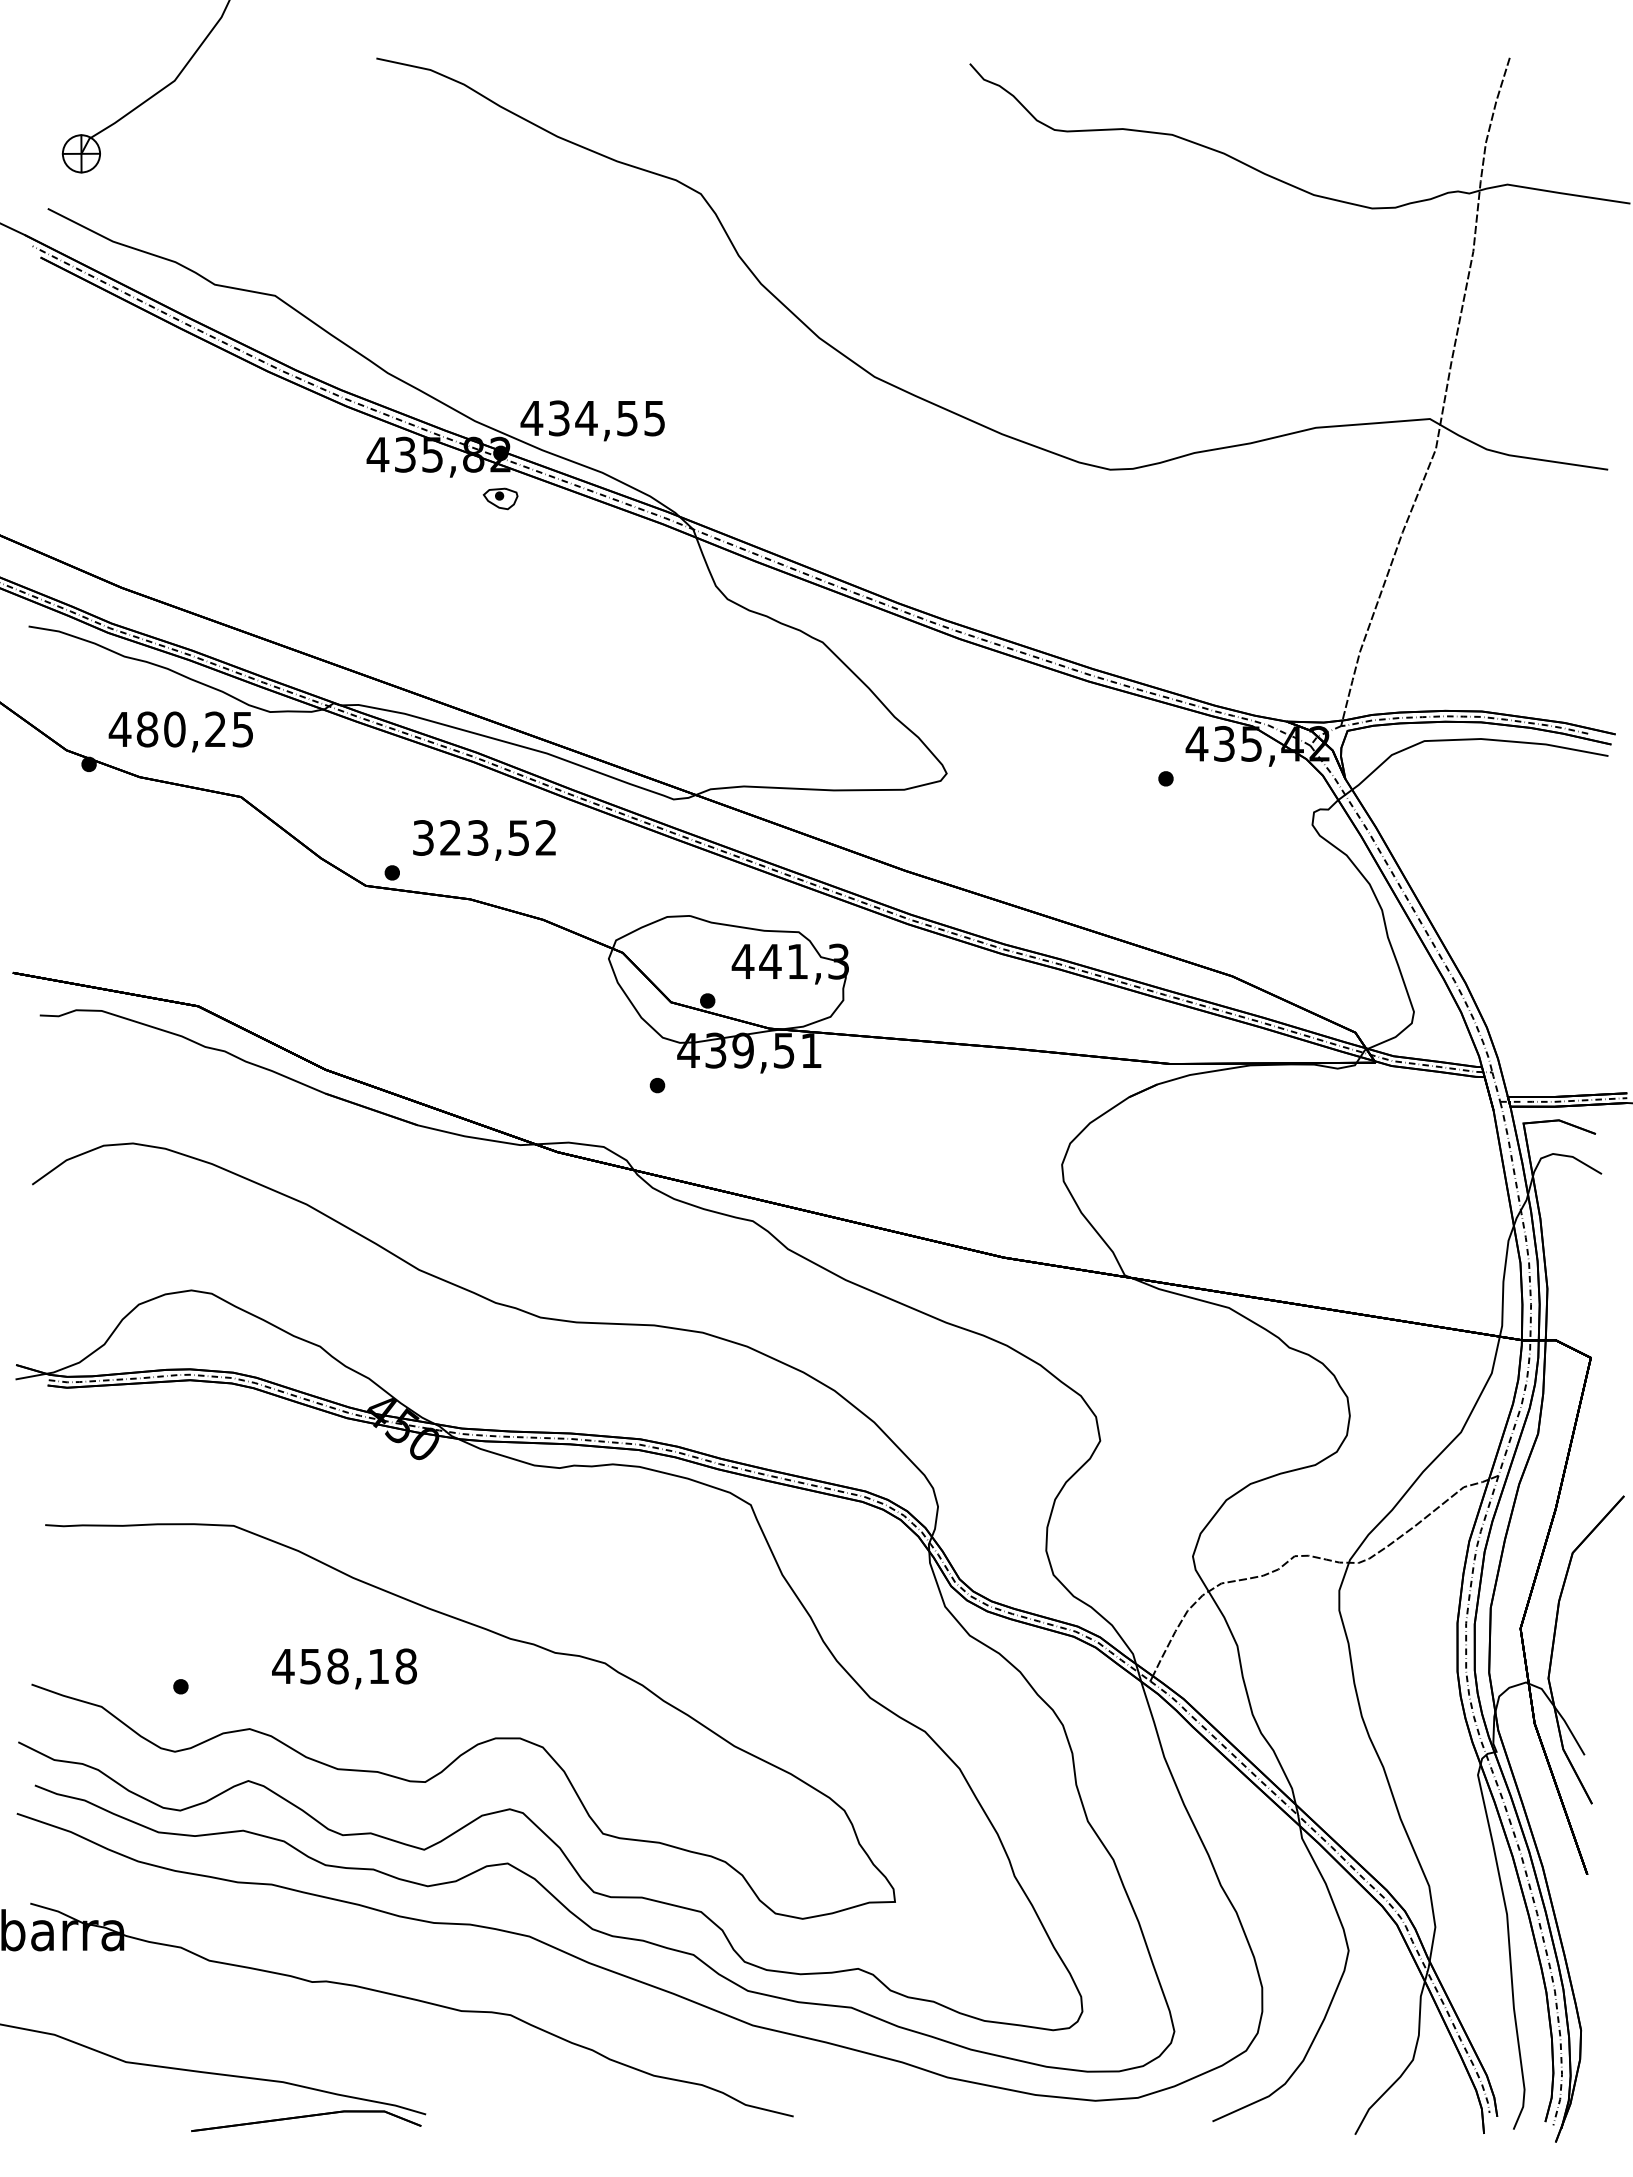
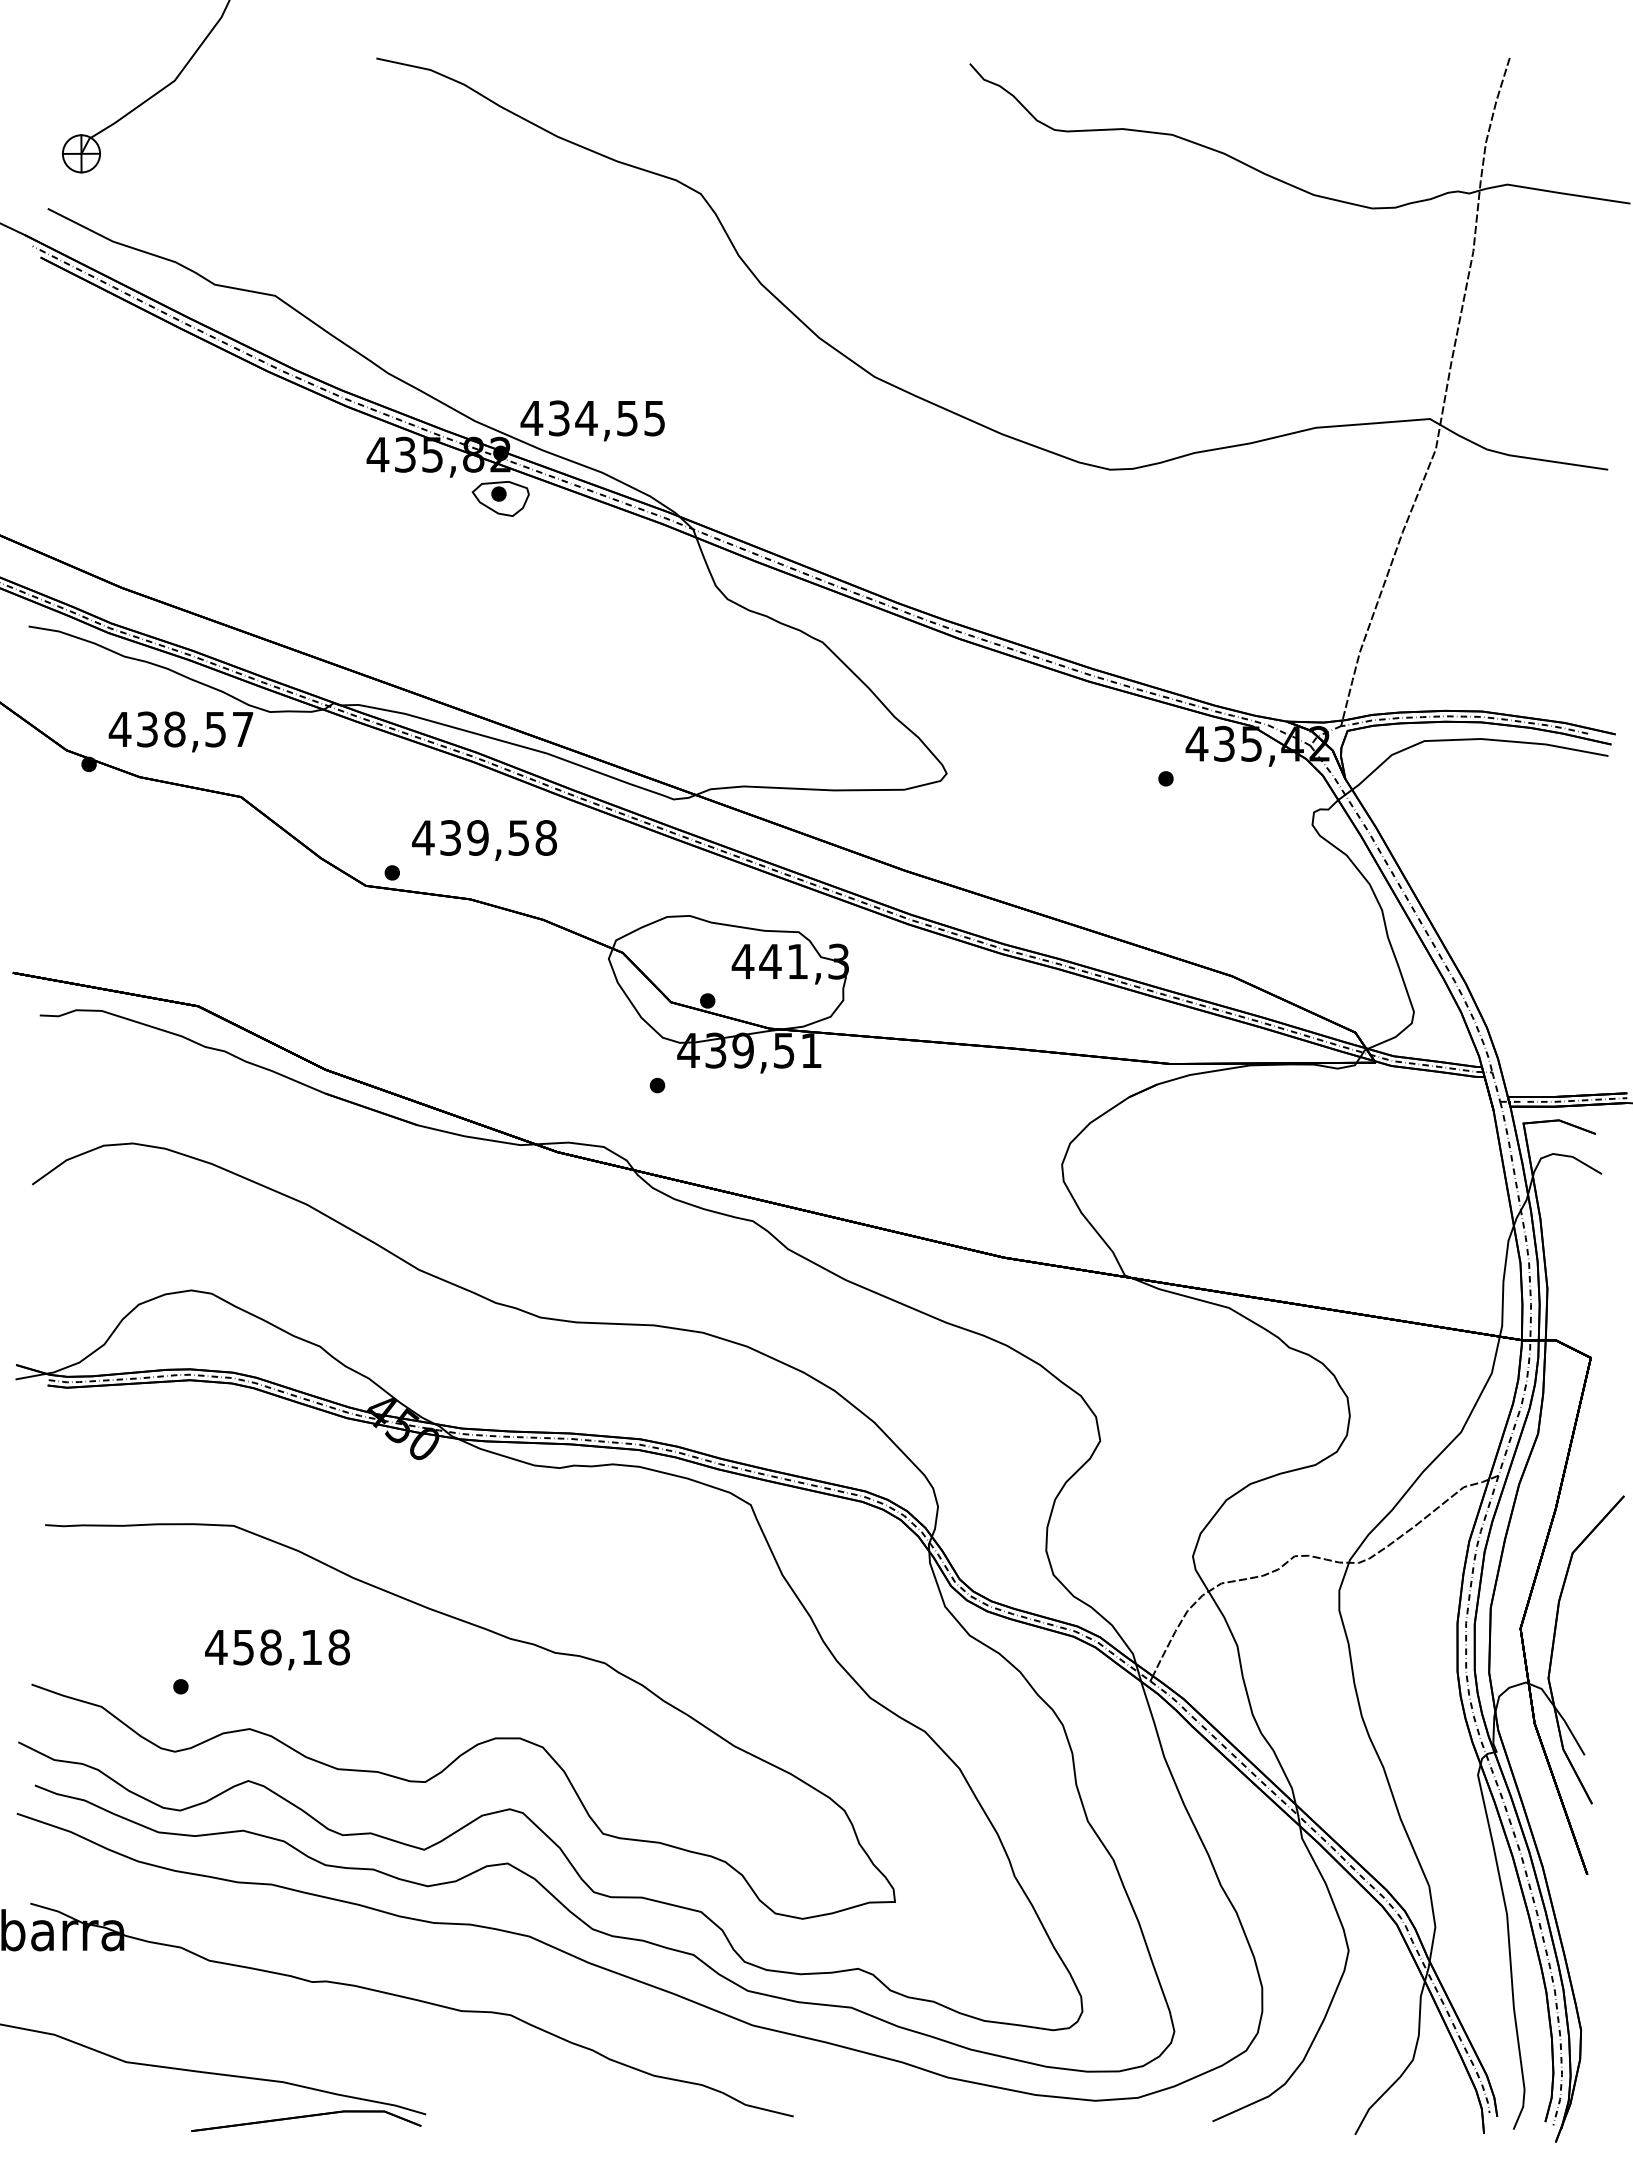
part at (500, 498) size: 37x24 px -> 59x36 px
text at (194, 729): 480,25 -> 438,57
text at (484, 837): 323,52 -> 439,58
text at (344, 1668) position: (344, 1668) -> (277, 1649)
